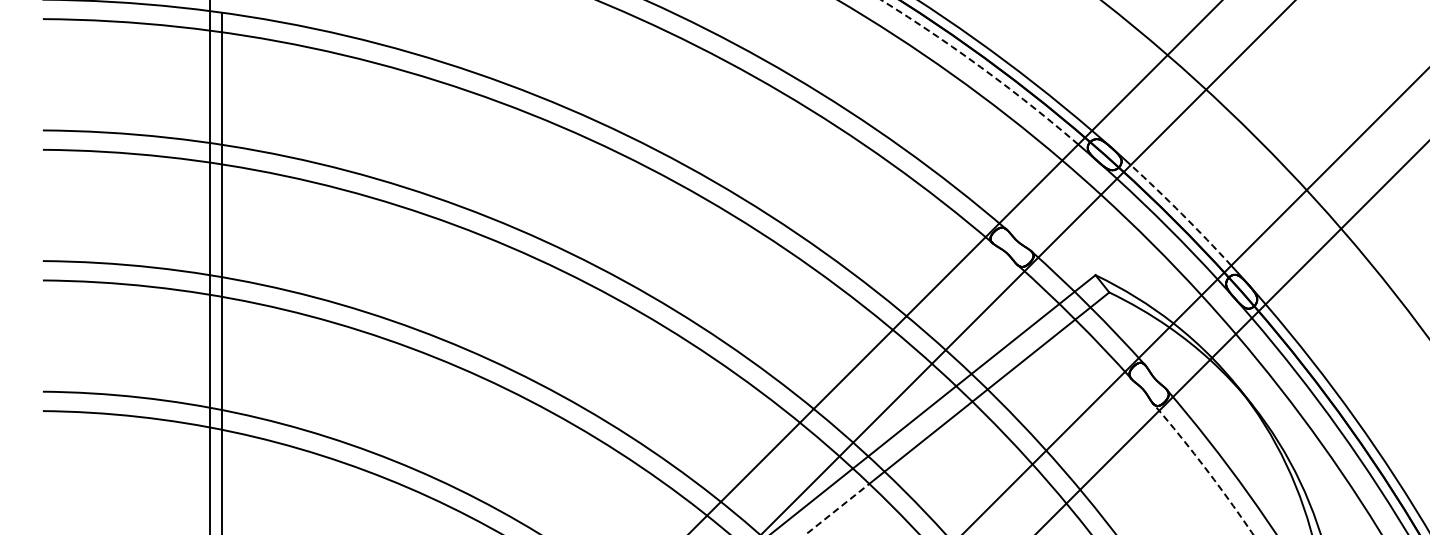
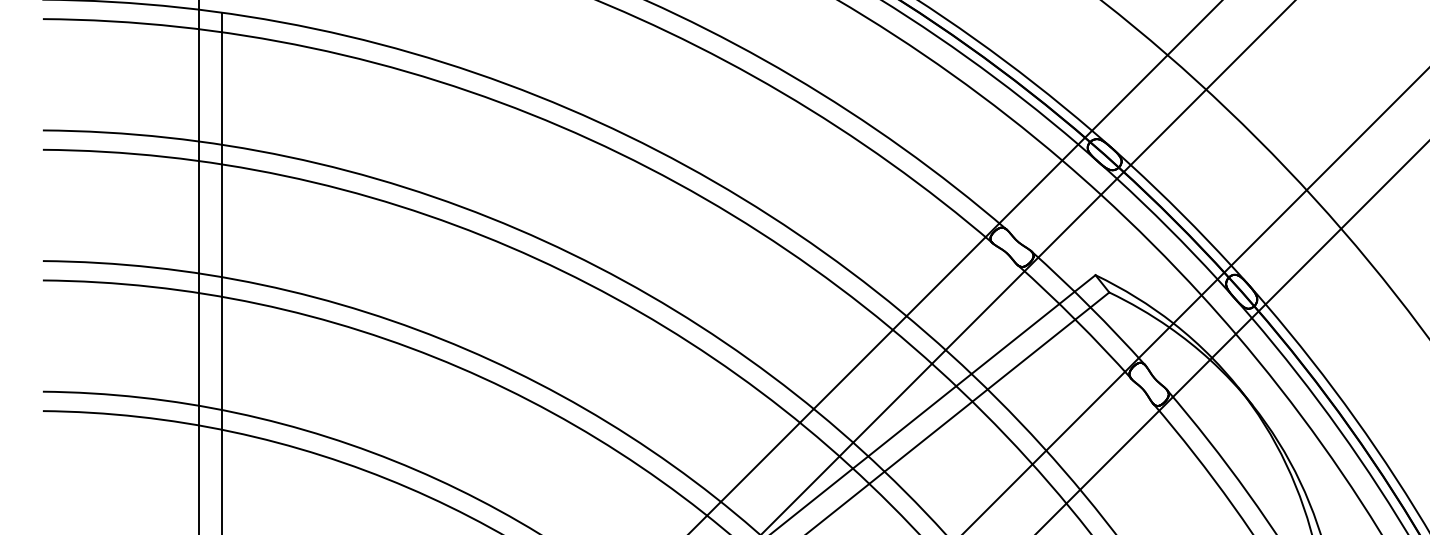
arc at (982, 68): dashed -> solid
arc at (1182, 214): dashed -> solid
line at (210, 266) position: (210, 266) -> (199, 266)
arc at (1204, 467): dashed -> solid
line at (837, 509): dashed -> solid
